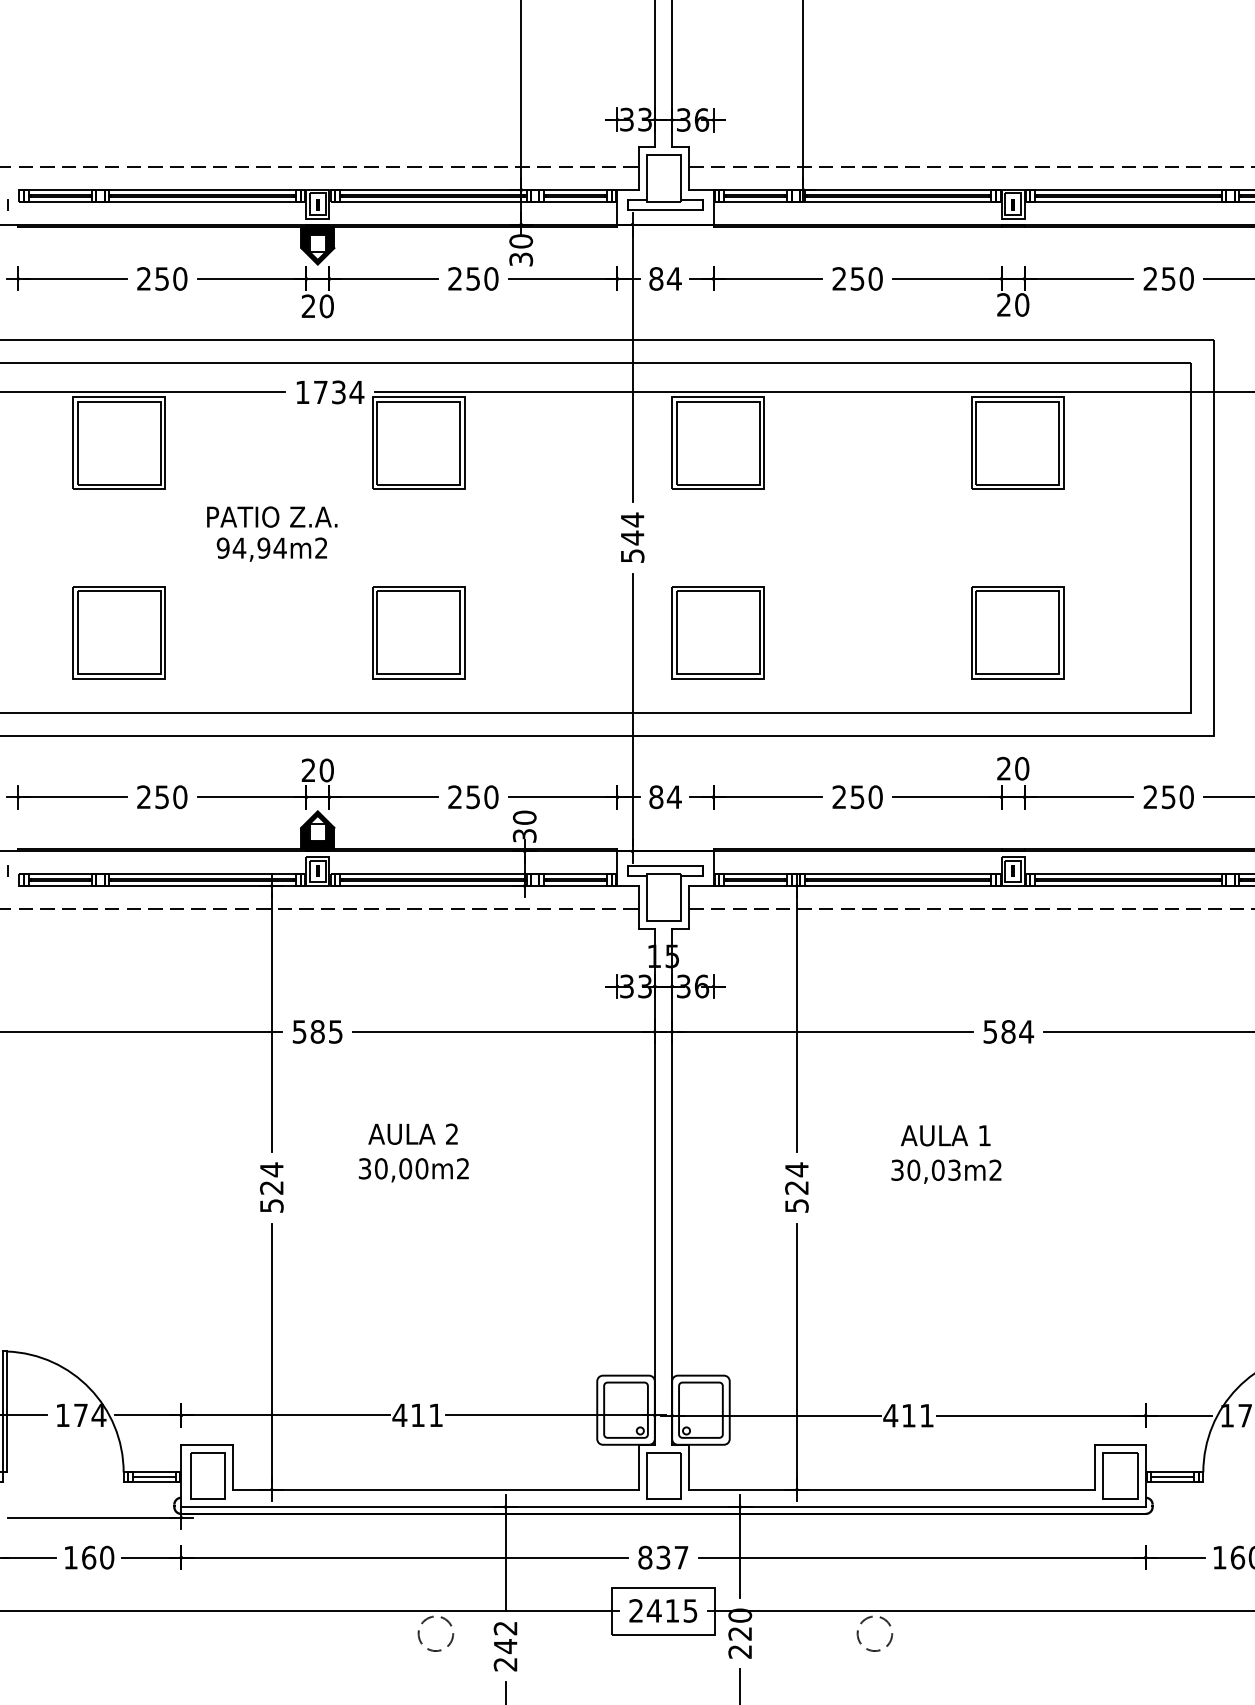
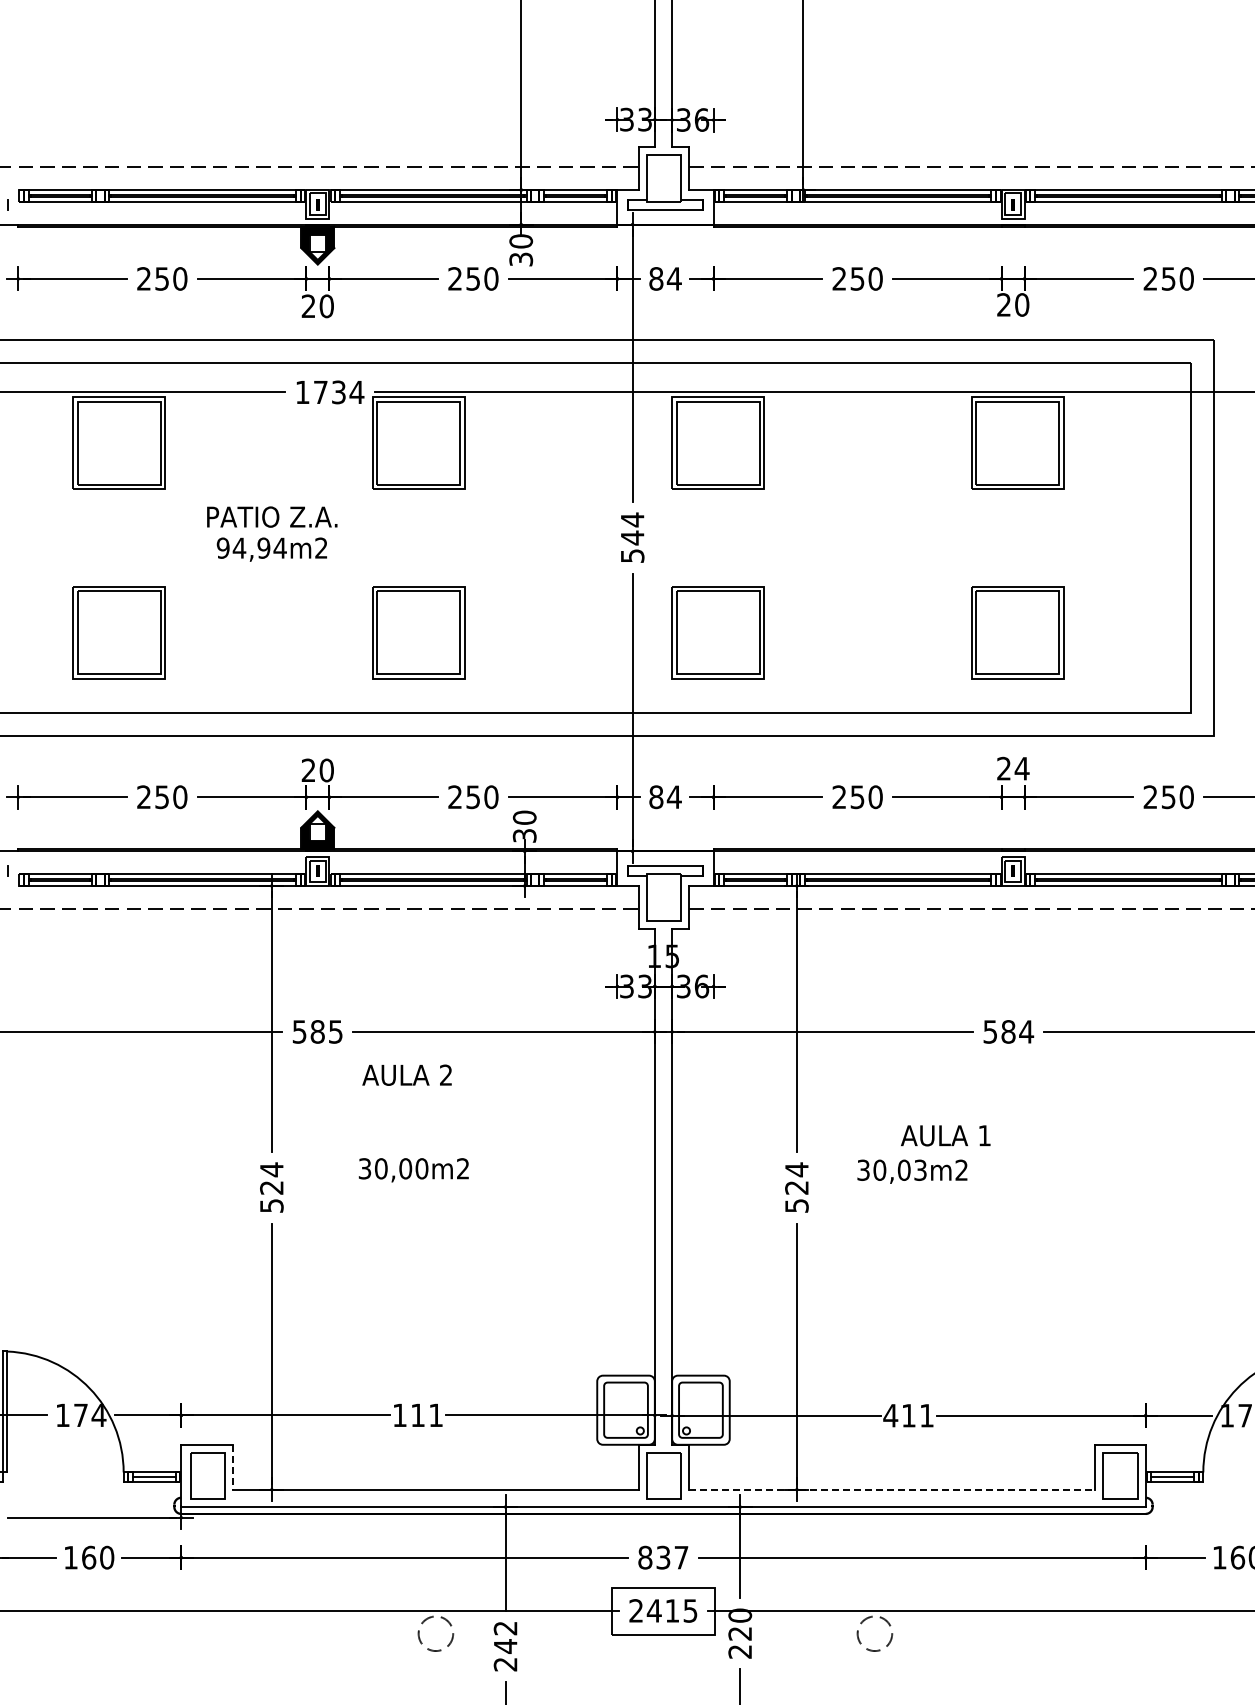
text at (1021, 768): 20 -> 24
text at (412, 1133) position: (412, 1133) -> (406, 1074)
text at (946, 1171) position: (946, 1171) -> (912, 1171)
text at (399, 1414): 411 -> 111
line at (233, 1467): solid -> dashed
line at (892, 1489): solid -> dashed
